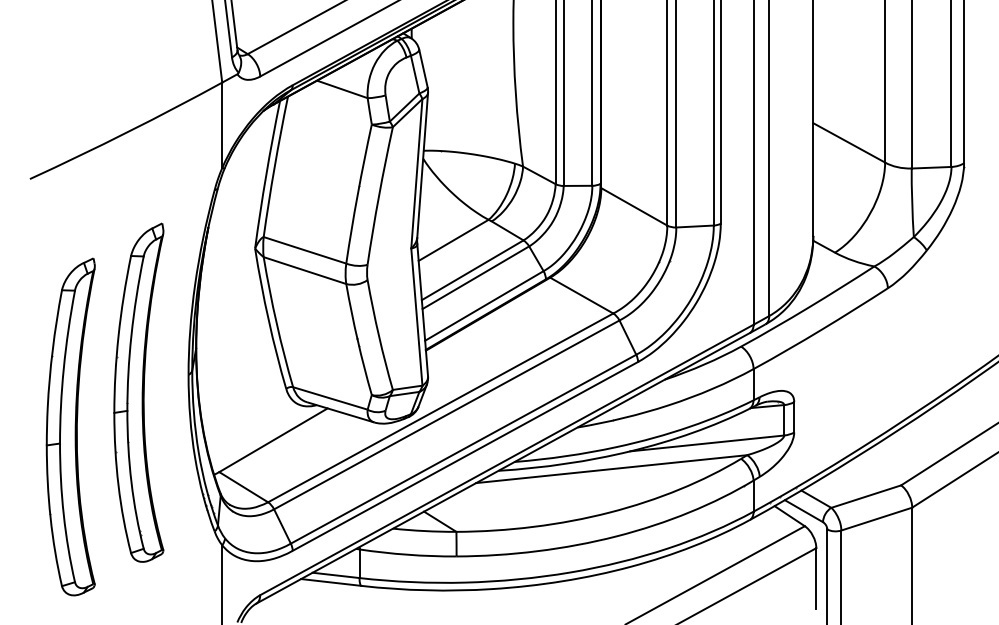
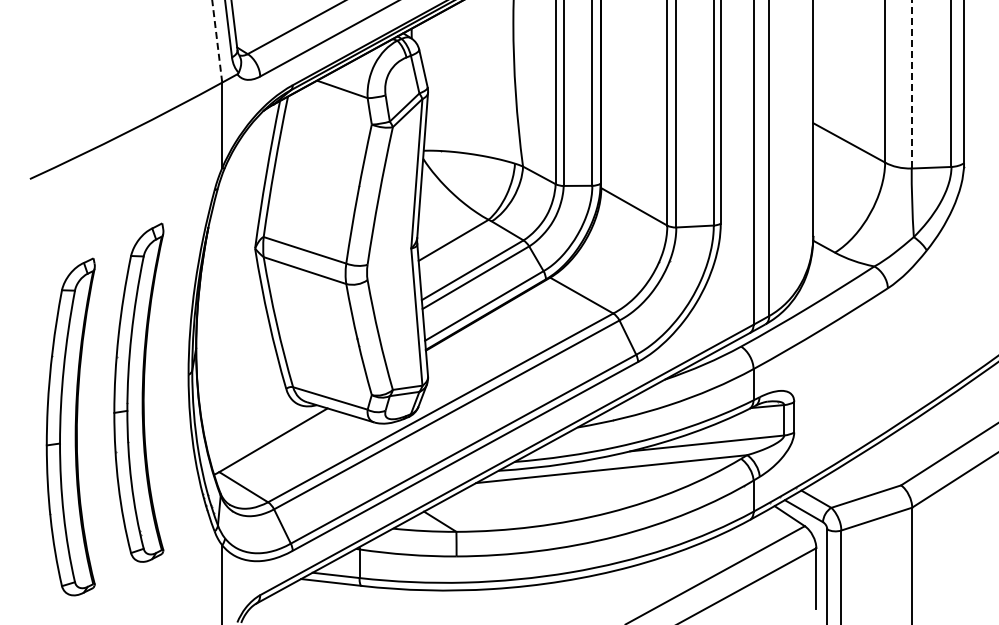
line at (217, 41): solid -> dashed
line at (911, 84): solid -> dashed
